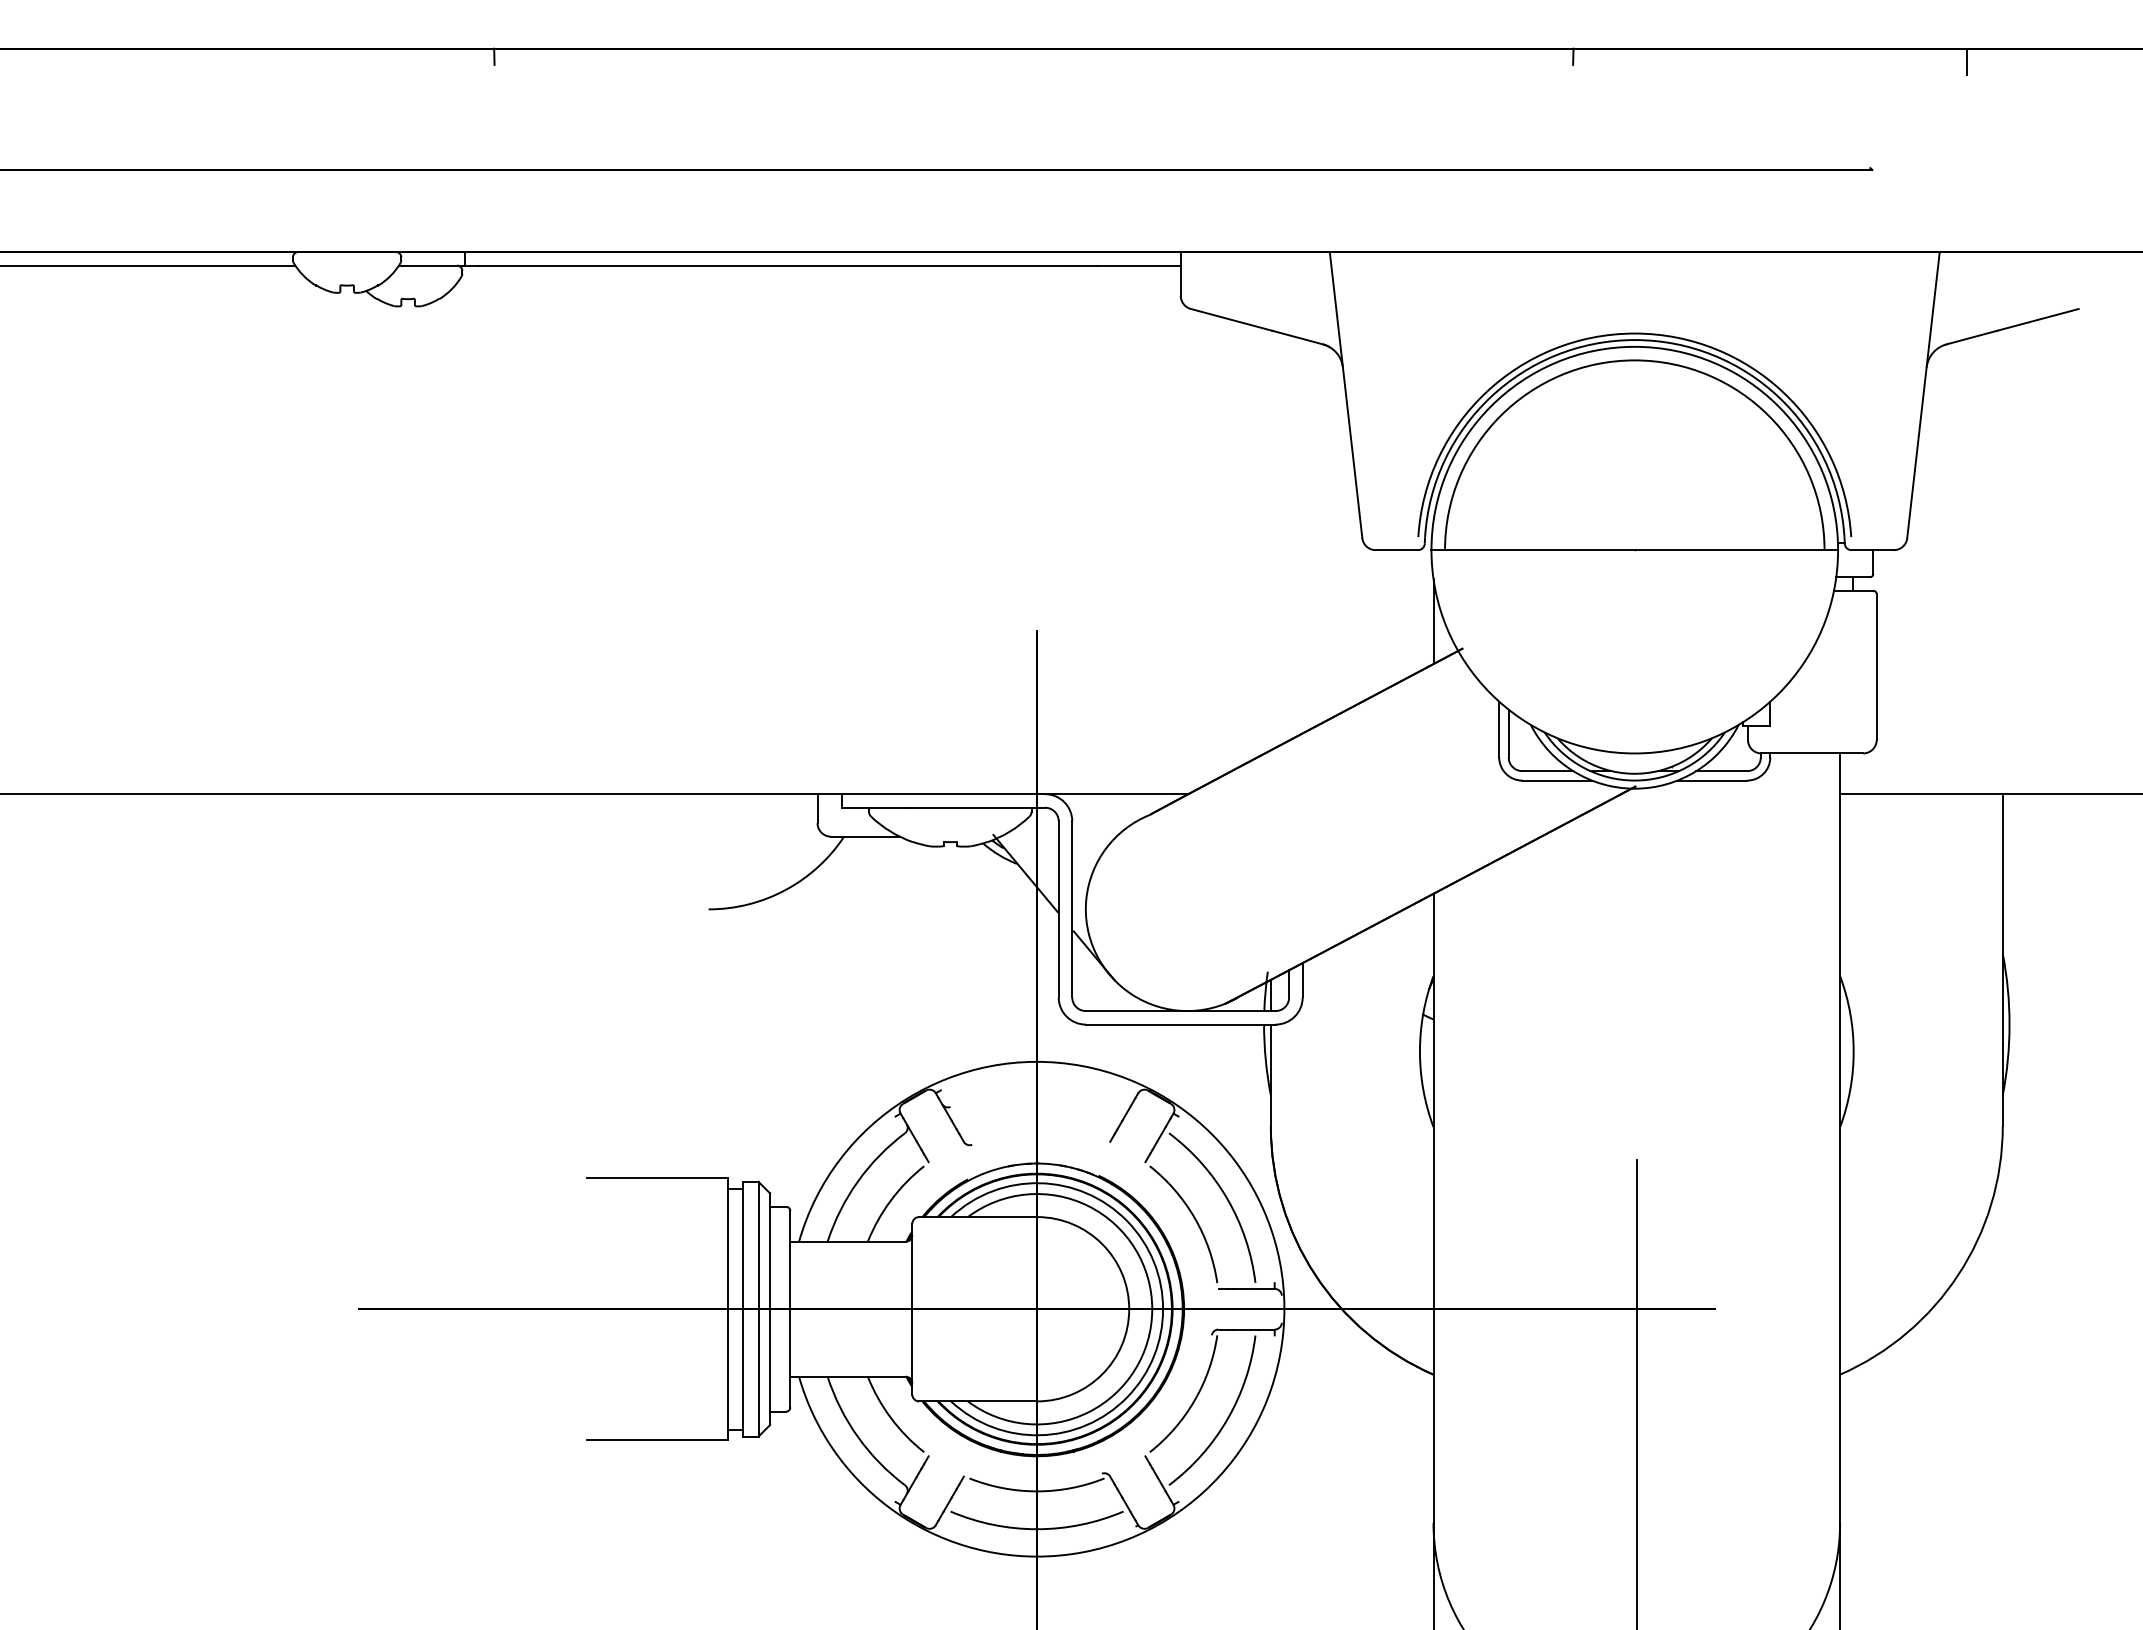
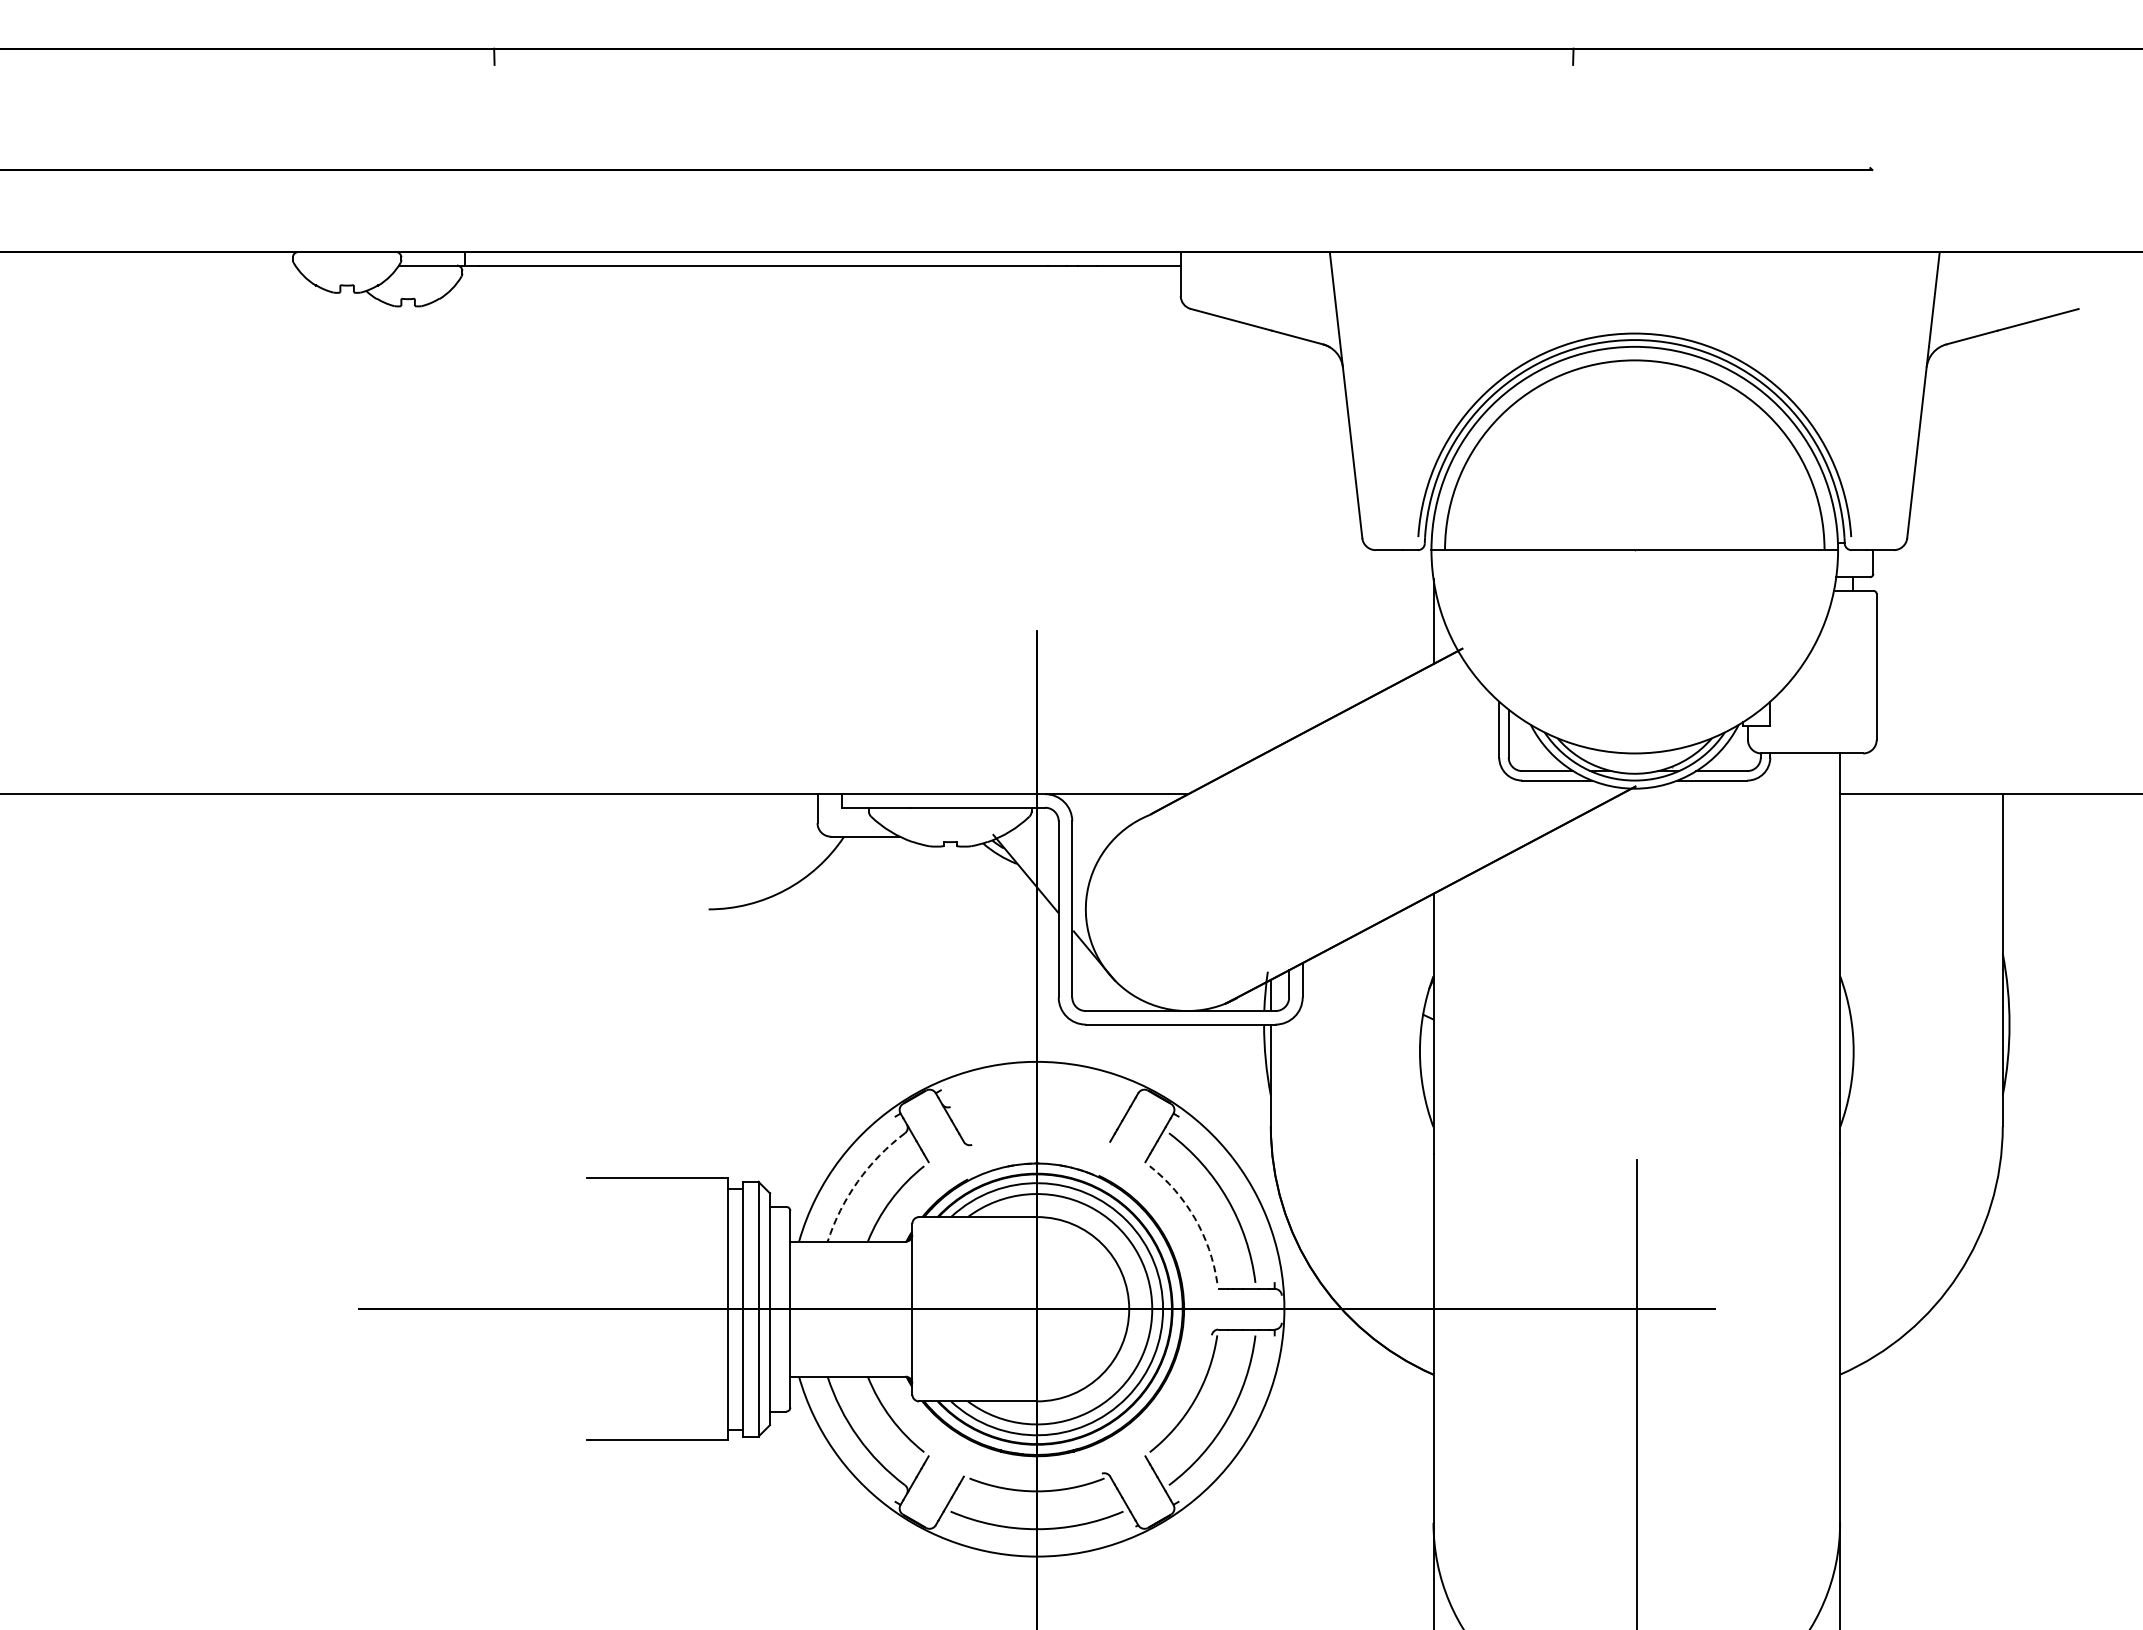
line at (1966, 61): present -> none
line at (148, 265): present -> none
arc at (857, 1181): solid -> dashed
arc at (1194, 1218): solid -> dashed
